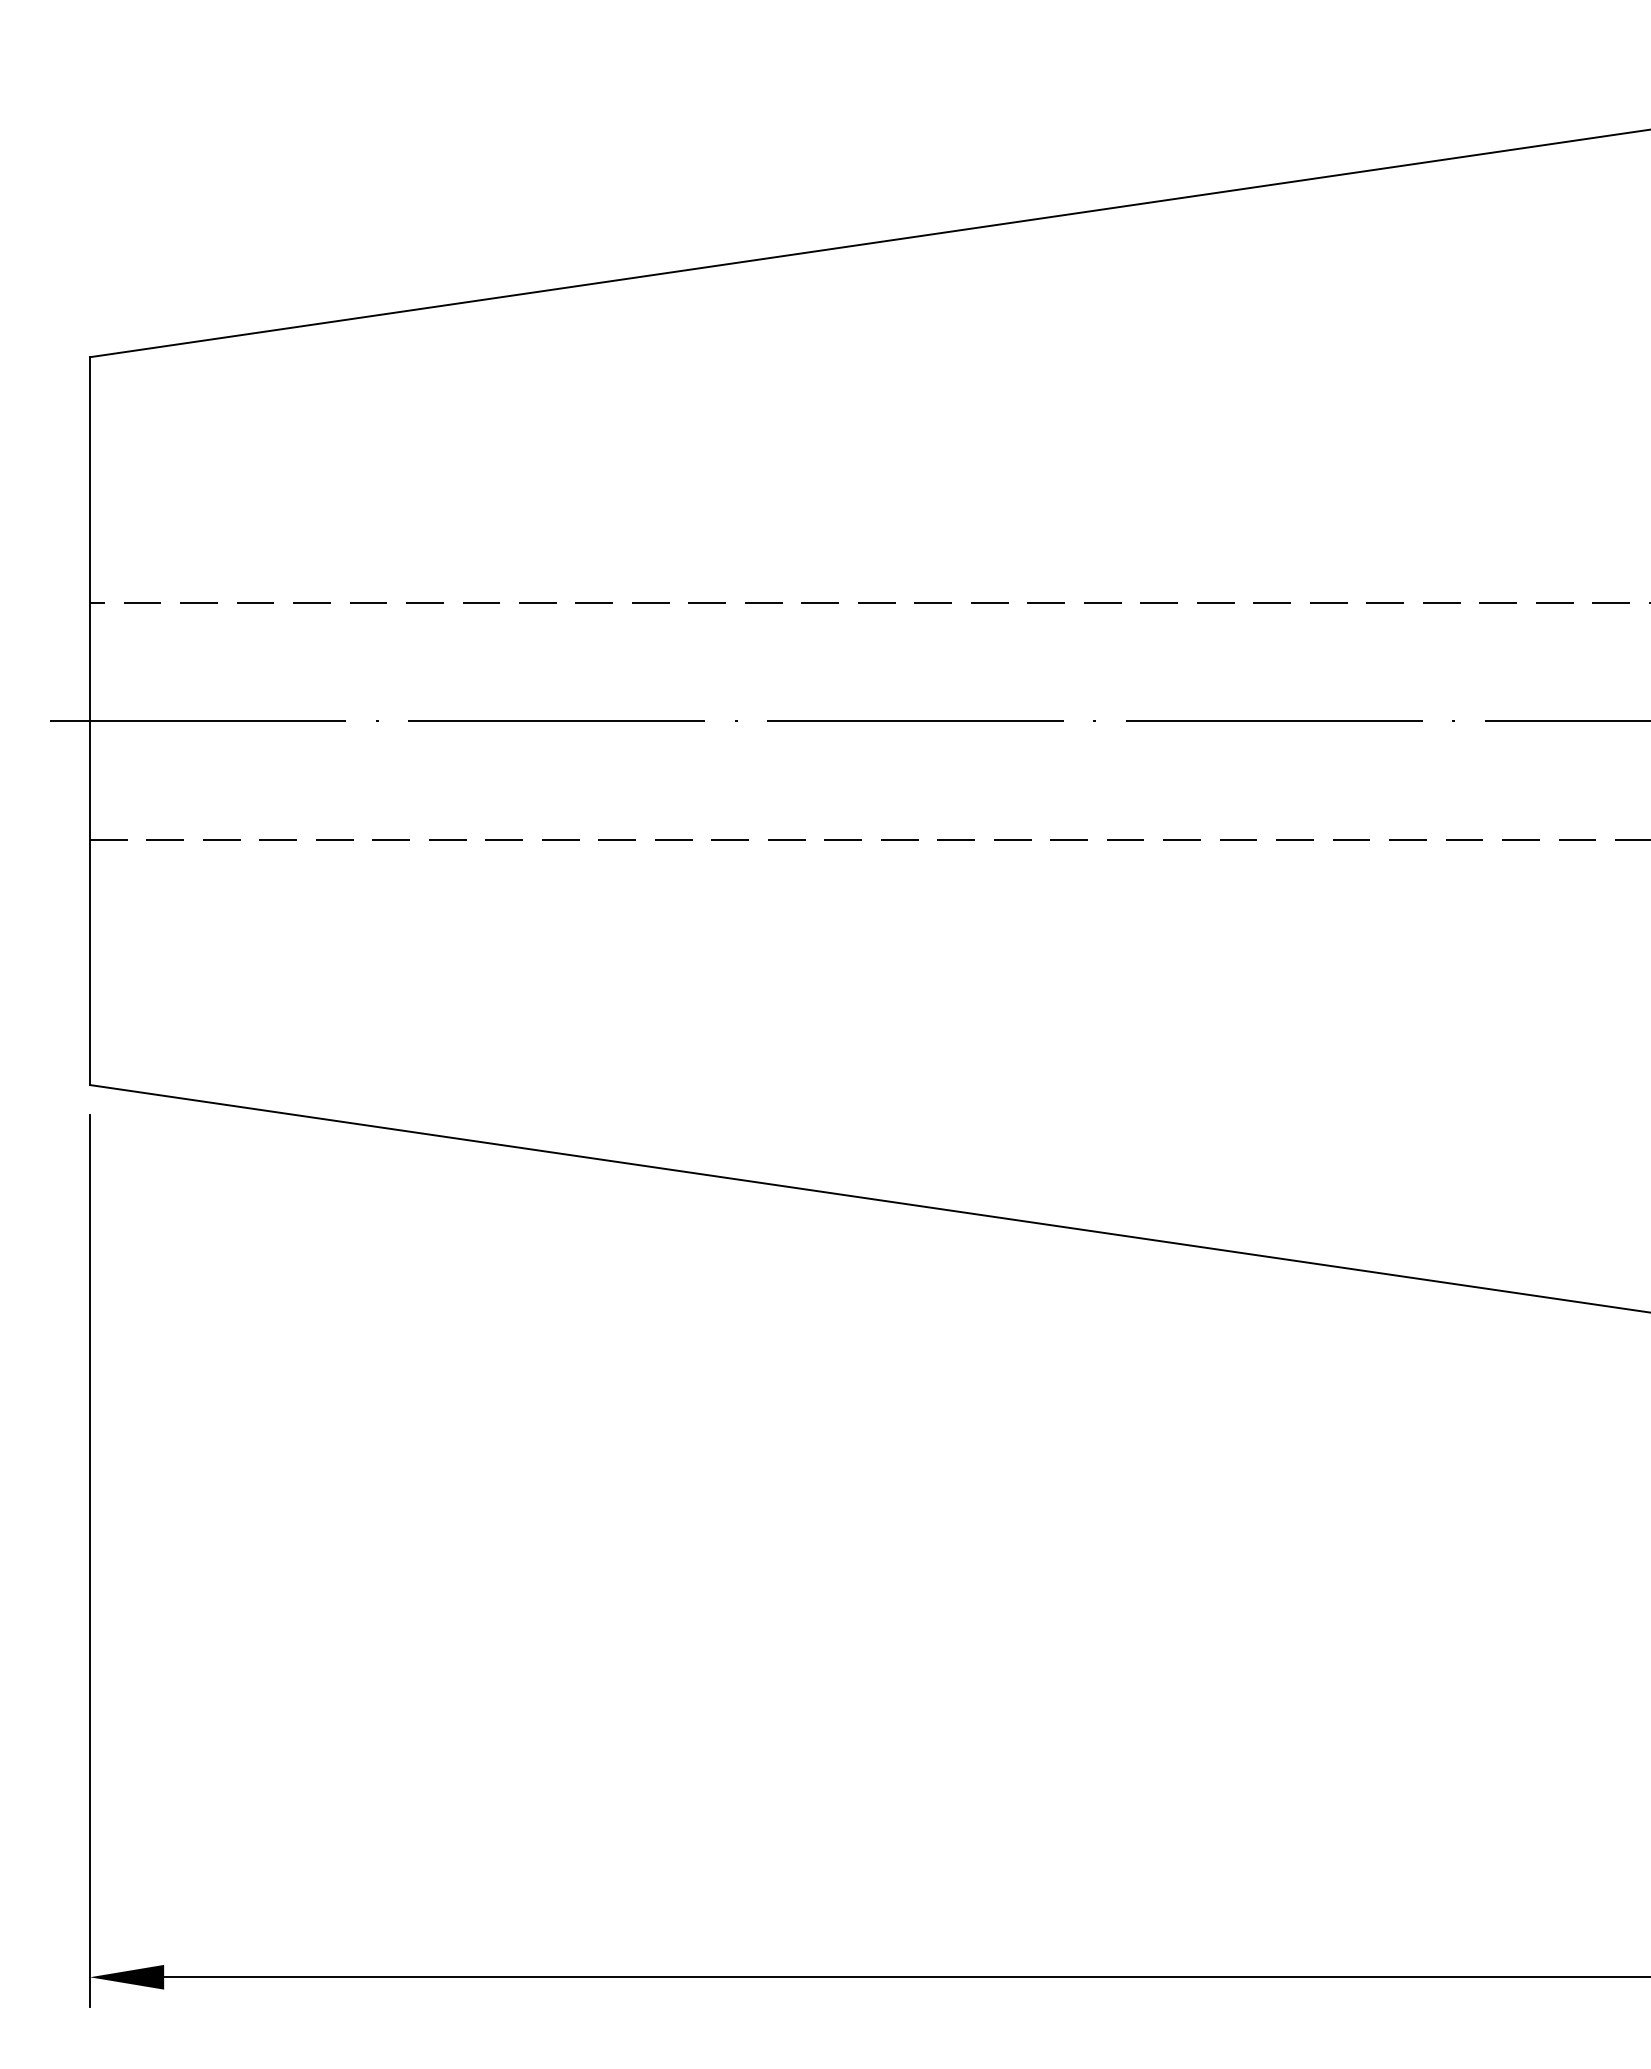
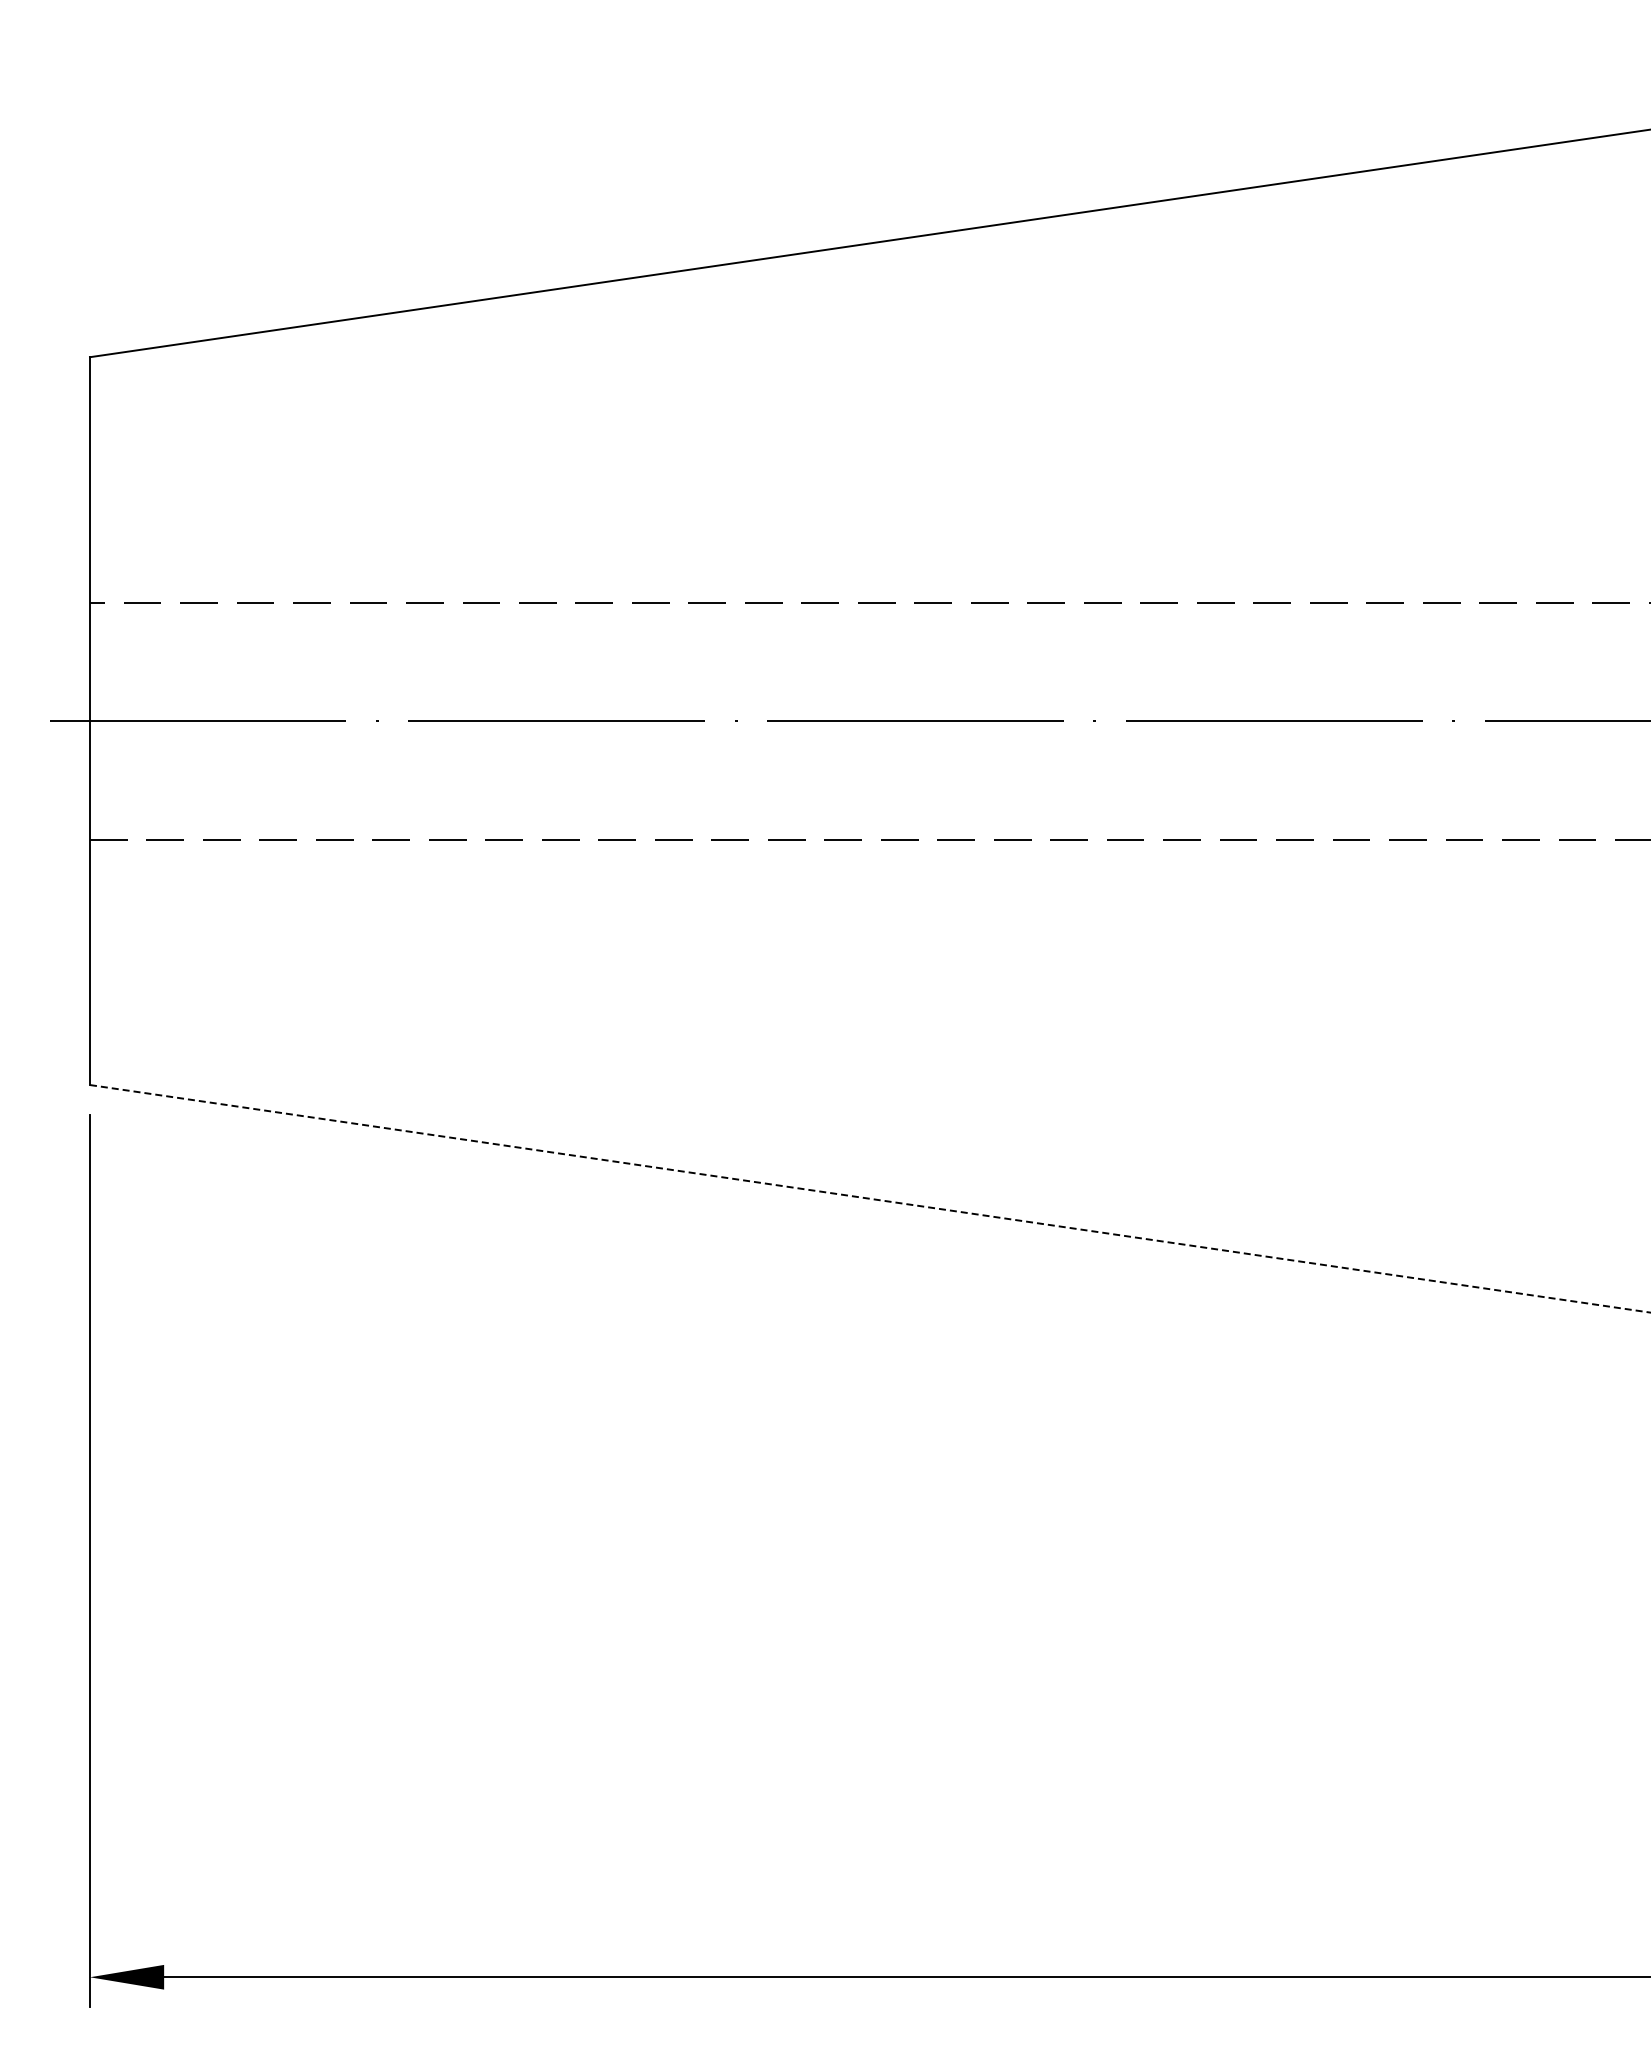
line at (870, 1198): solid -> dashed
